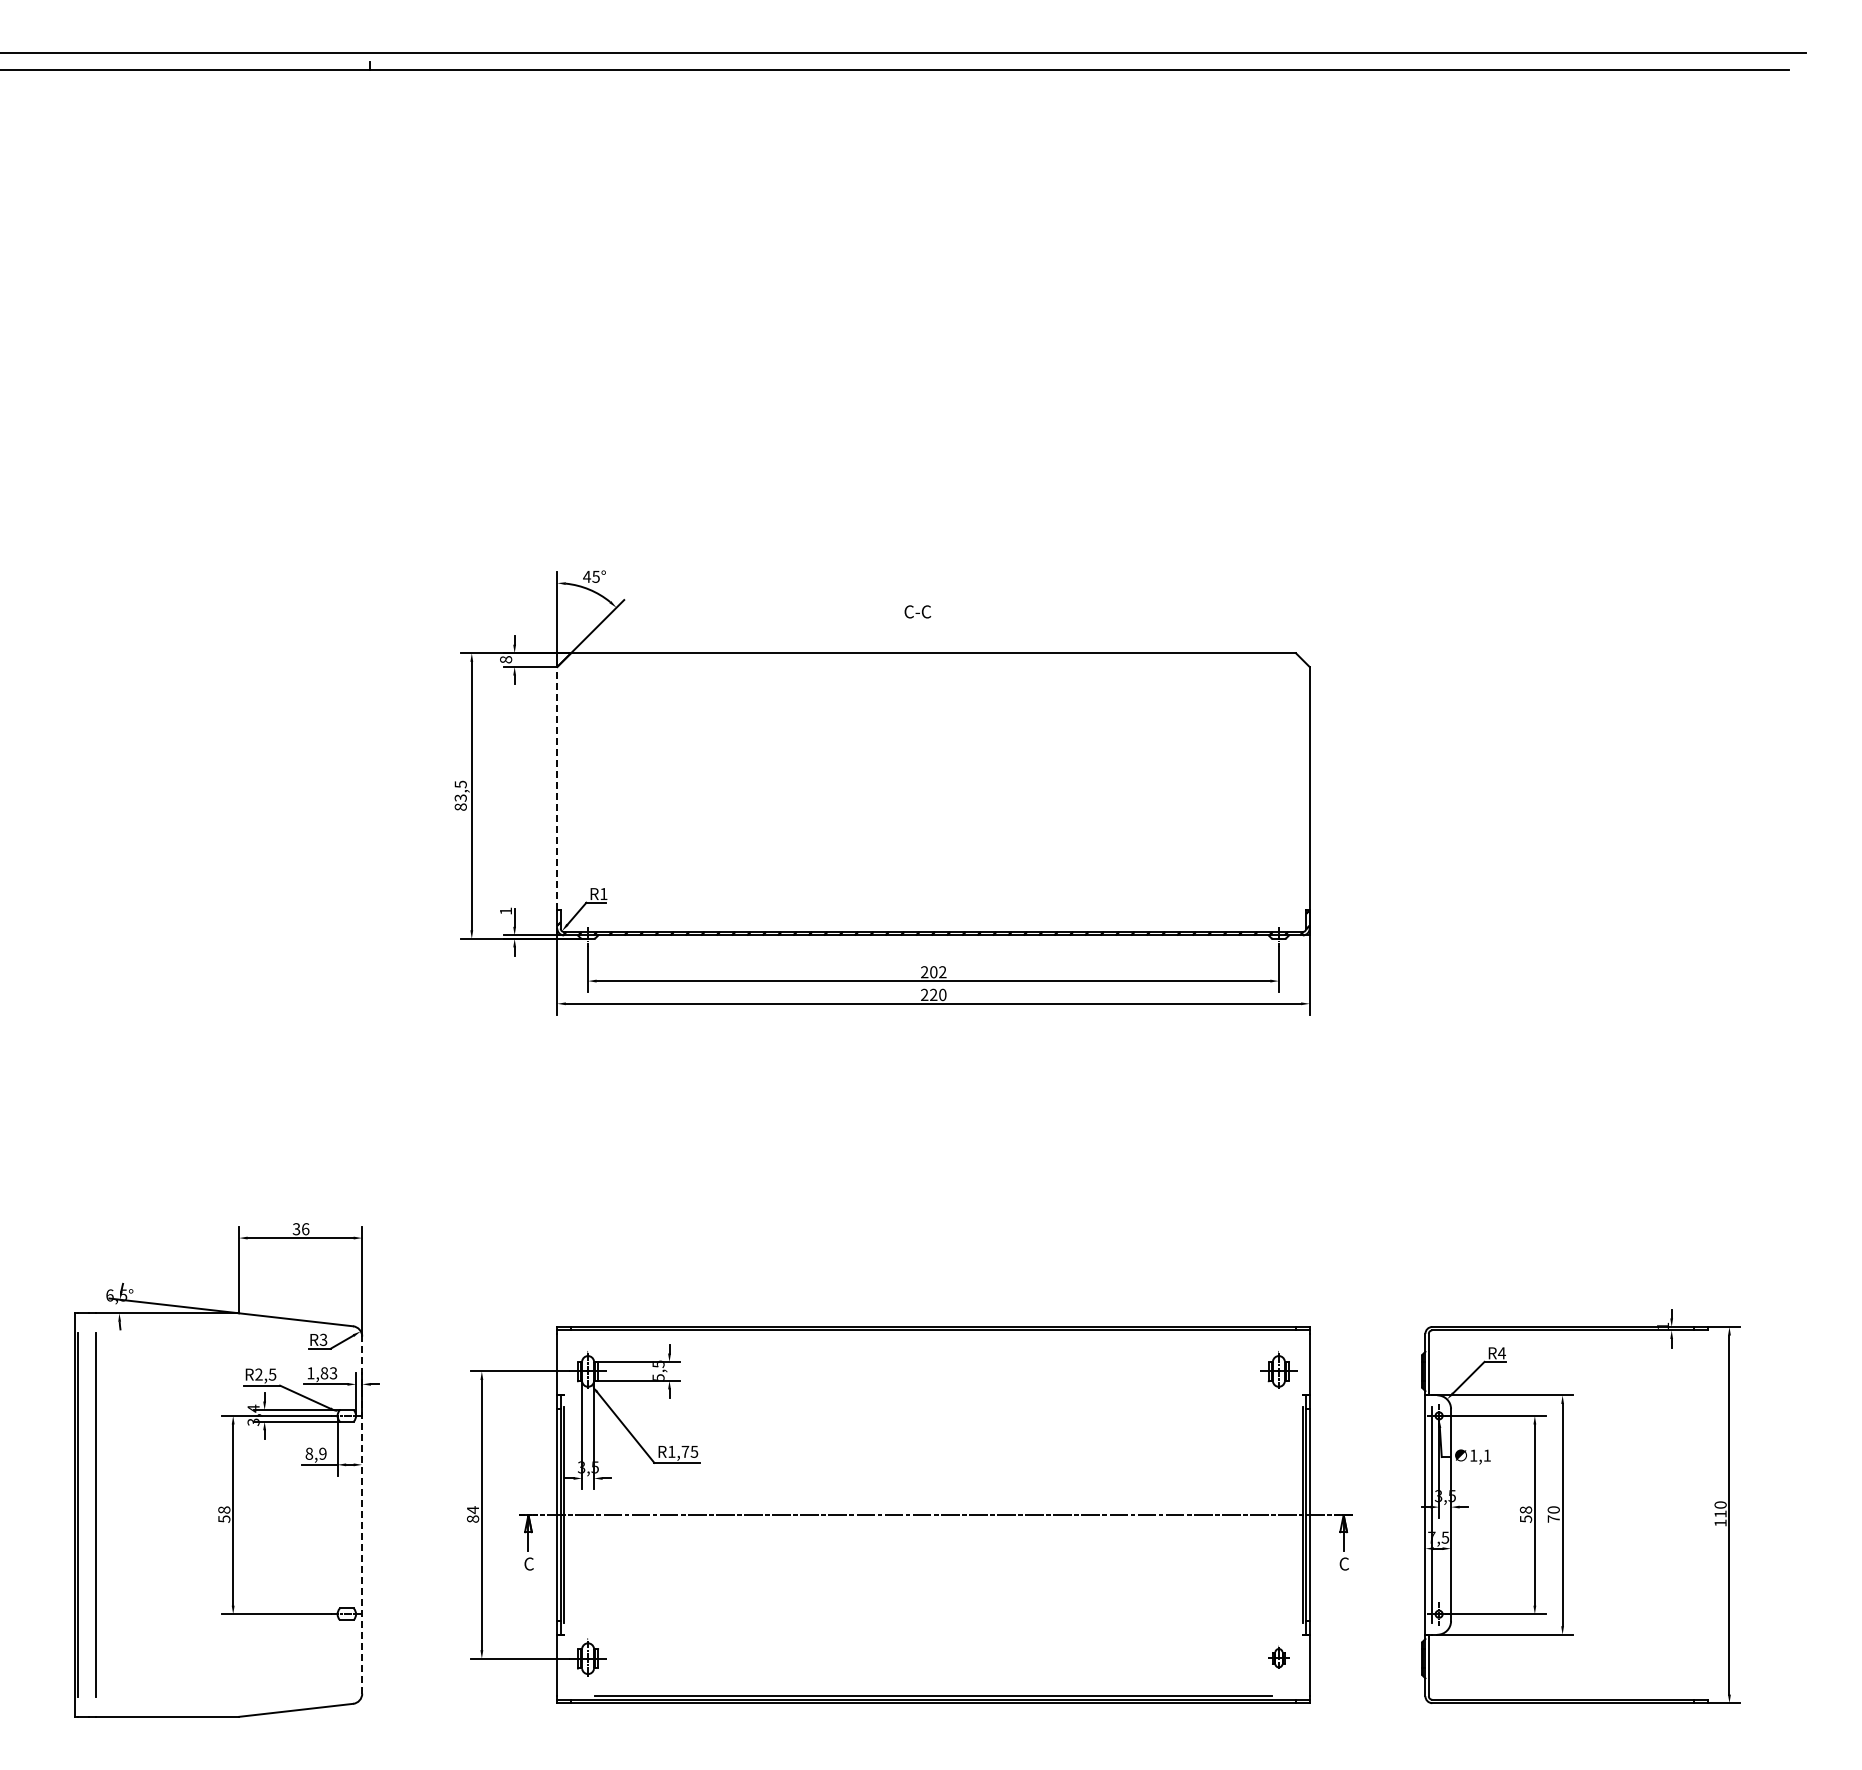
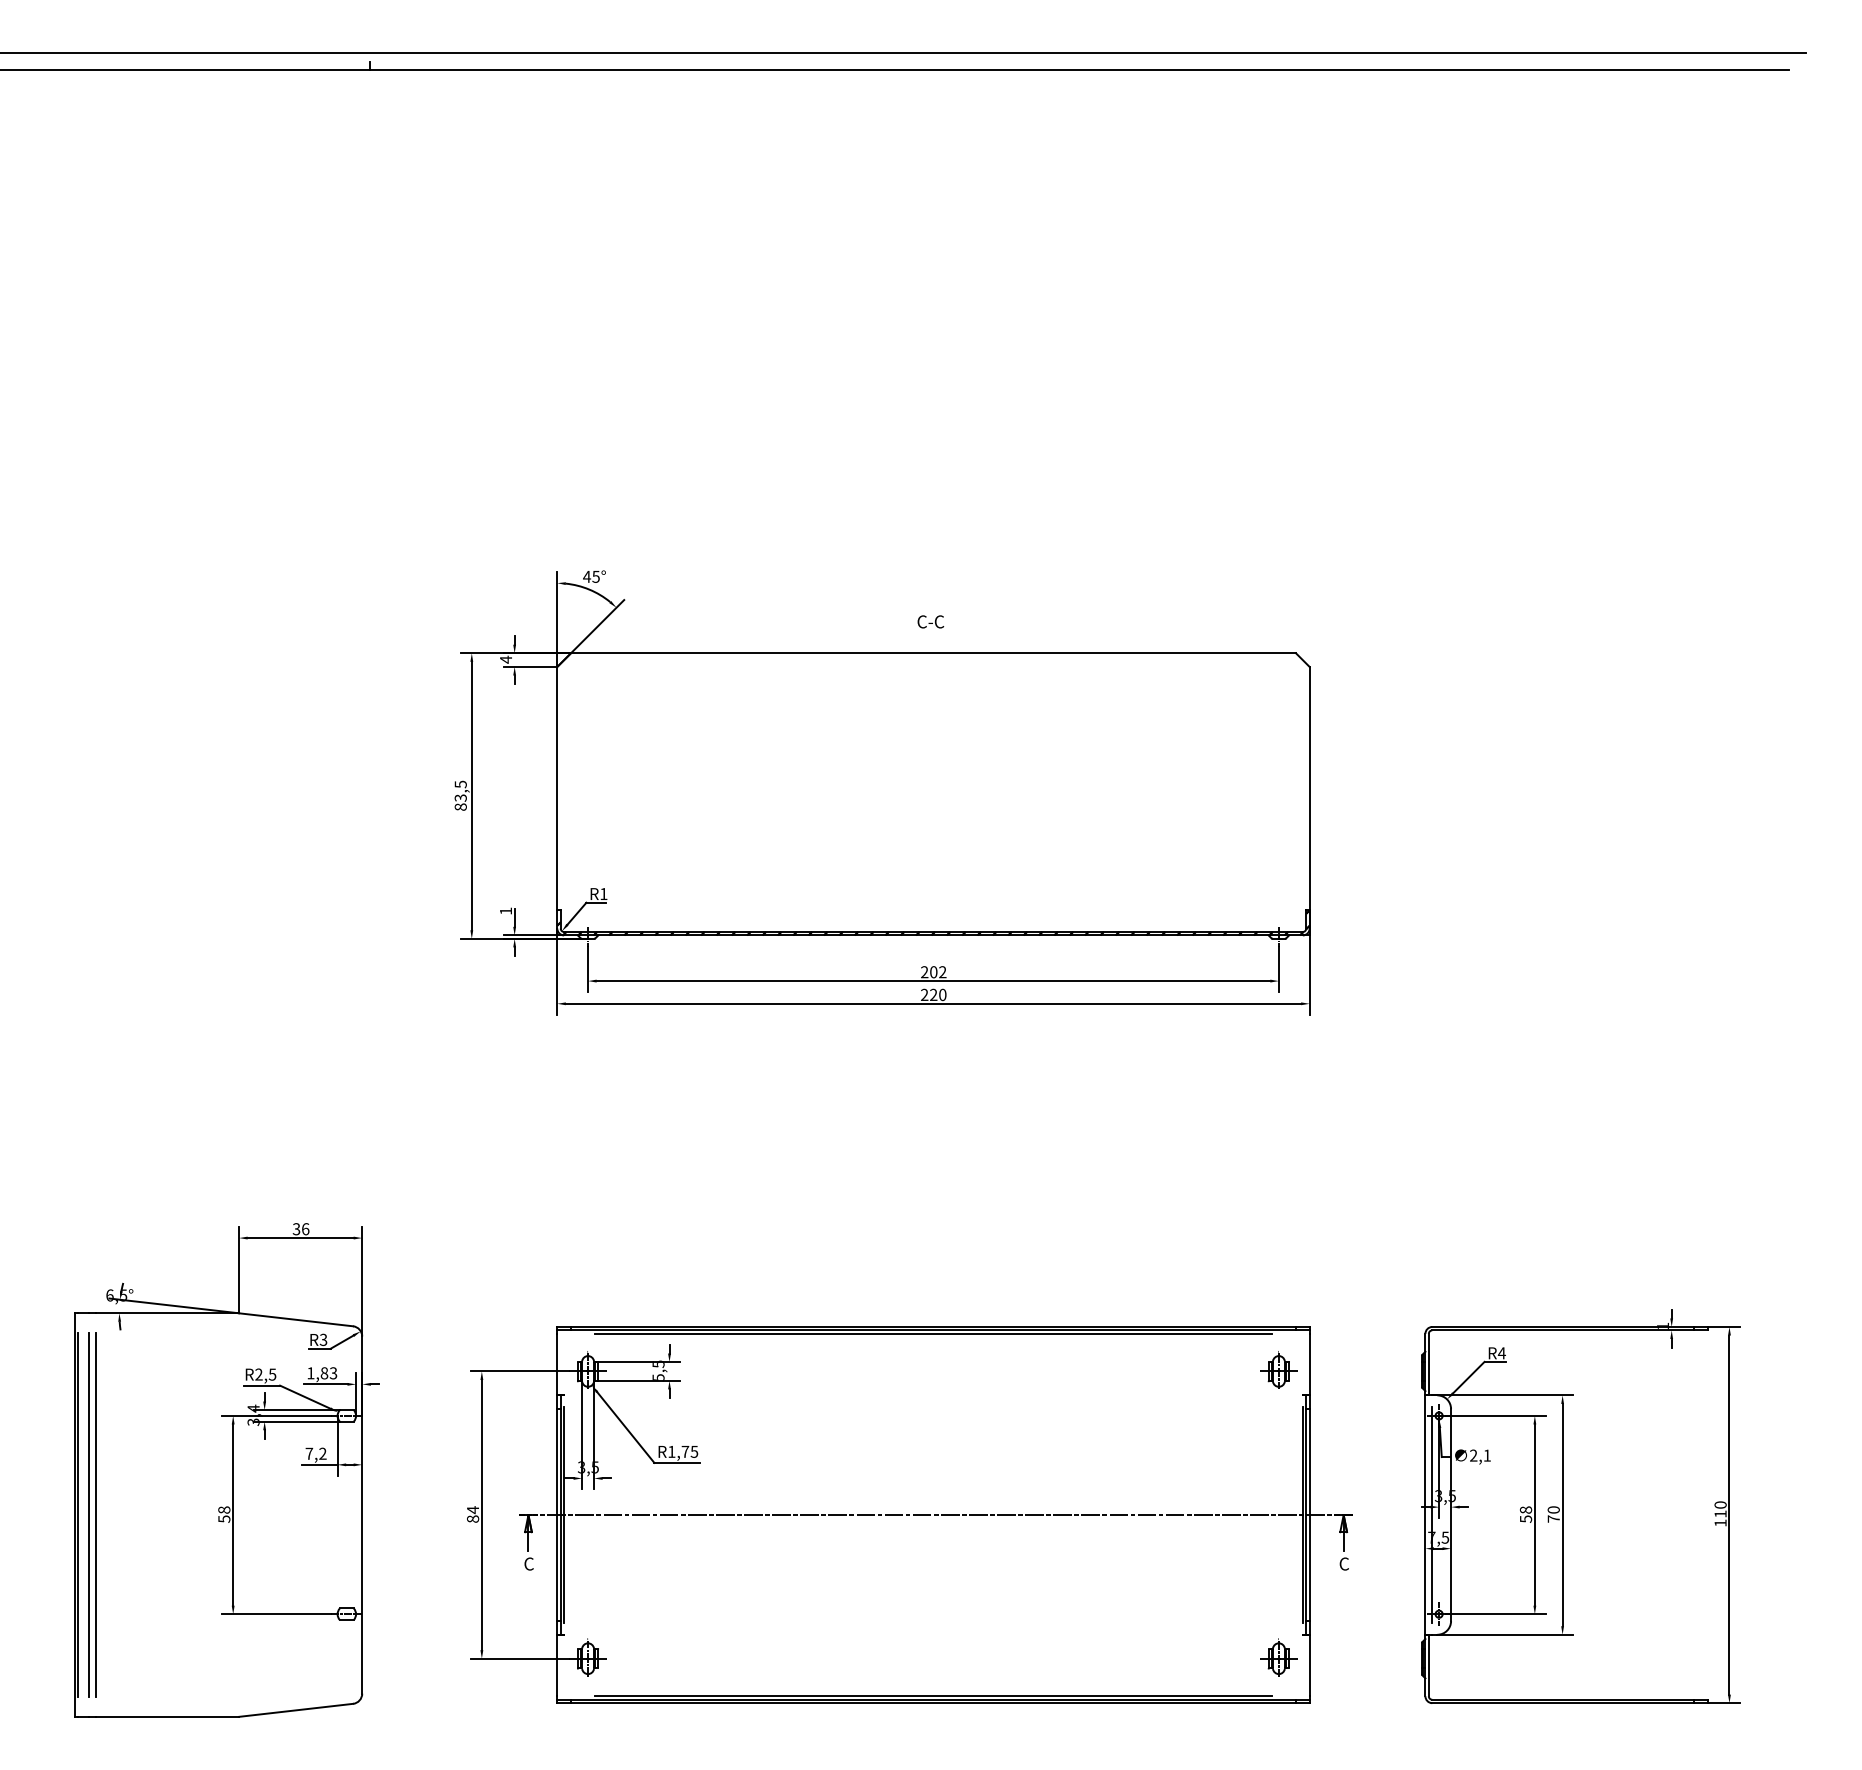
text at (917, 611) position: (917, 611) -> (930, 621)
text at (506, 659): 8 -> 4
line at (557, 787): dashed -> solid
line at (933, 1333): none -> present
text at (315, 1453): 8,9 -> 7,2
text at (1473, 1455): 1,1 -> 2,1
line at (88, 1514): none -> present
line at (362, 1515): dashed -> solid
part at (1278, 1656) size: 22x24 px -> 38x39 px
